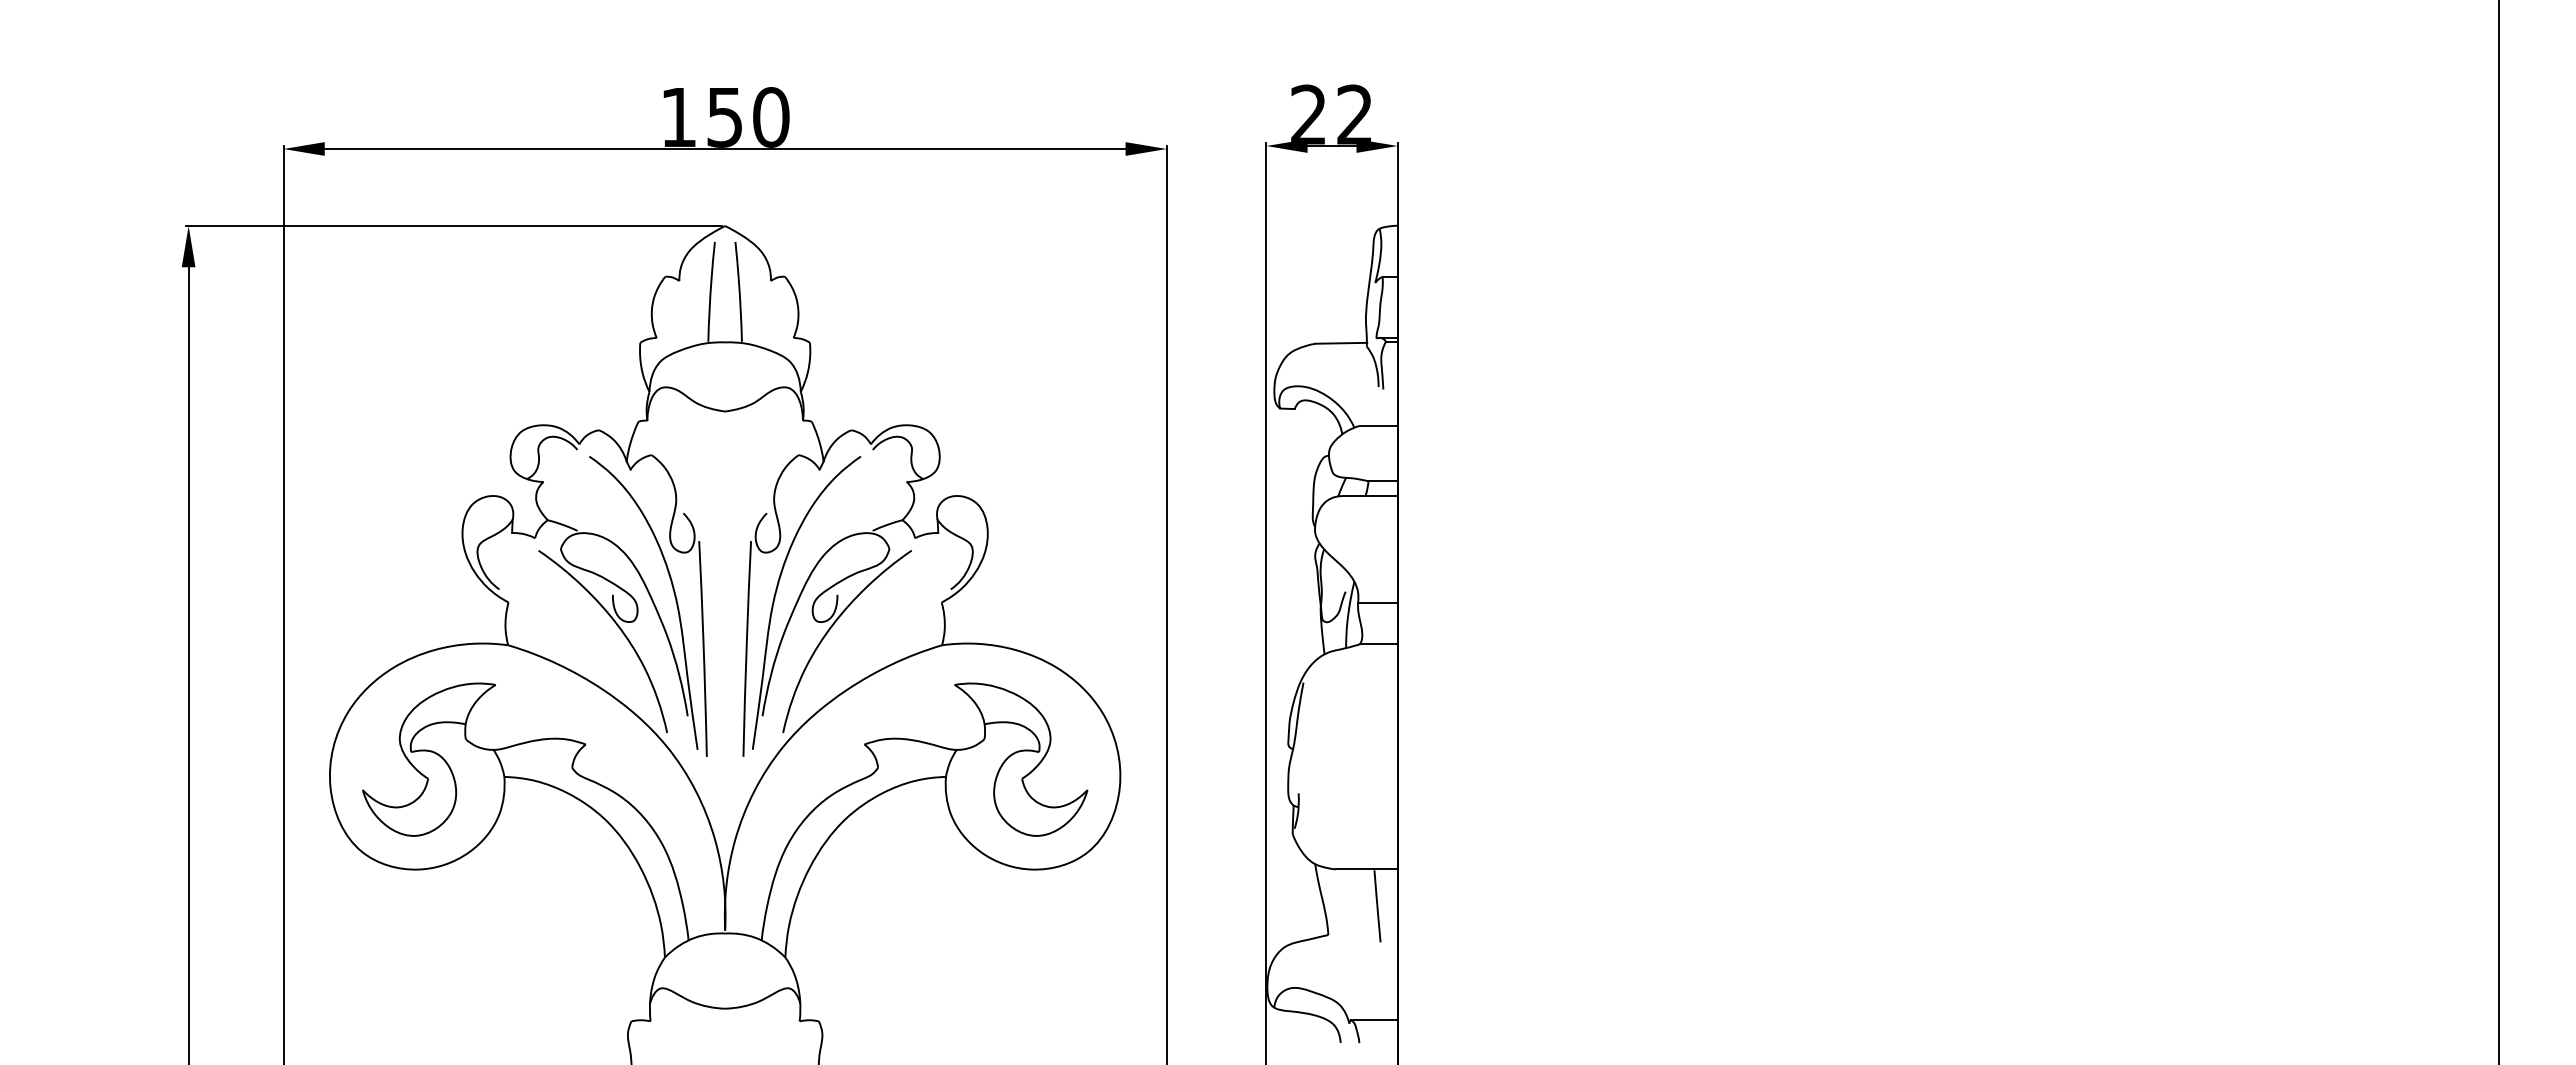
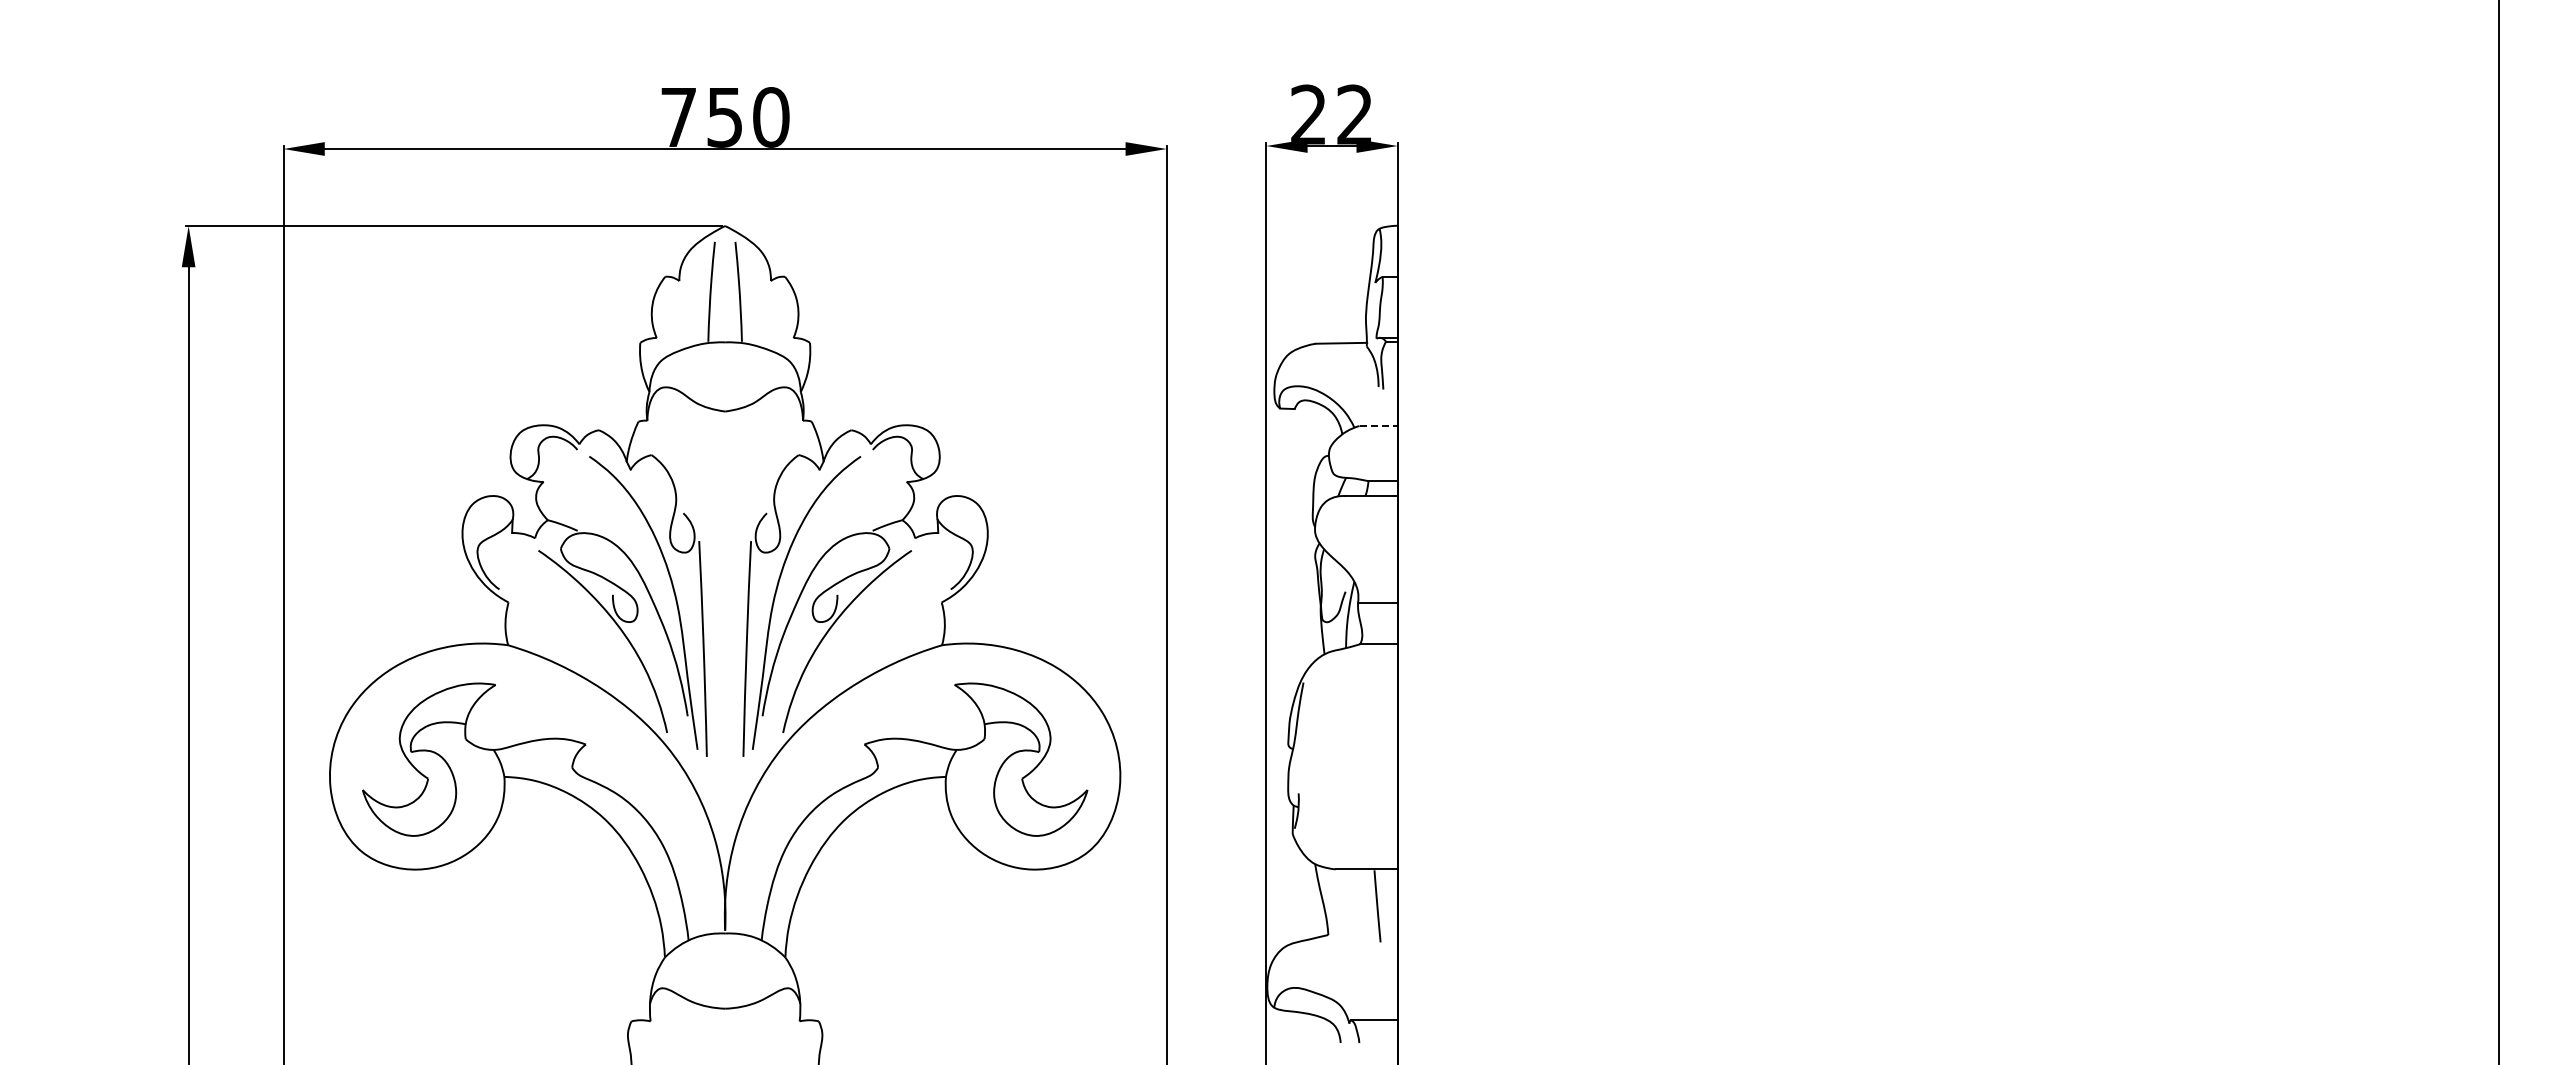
text at (678, 117): 150 -> 750
line at (1379, 426): solid -> dashed
